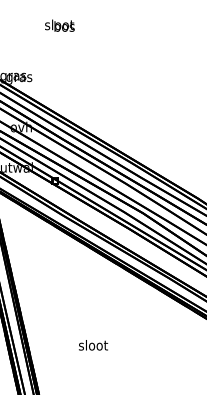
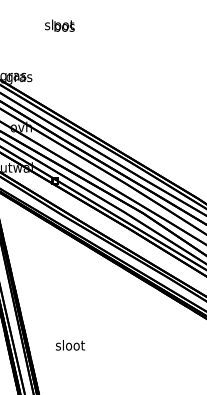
text at (93, 345) position: (93, 345) -> (70, 345)
